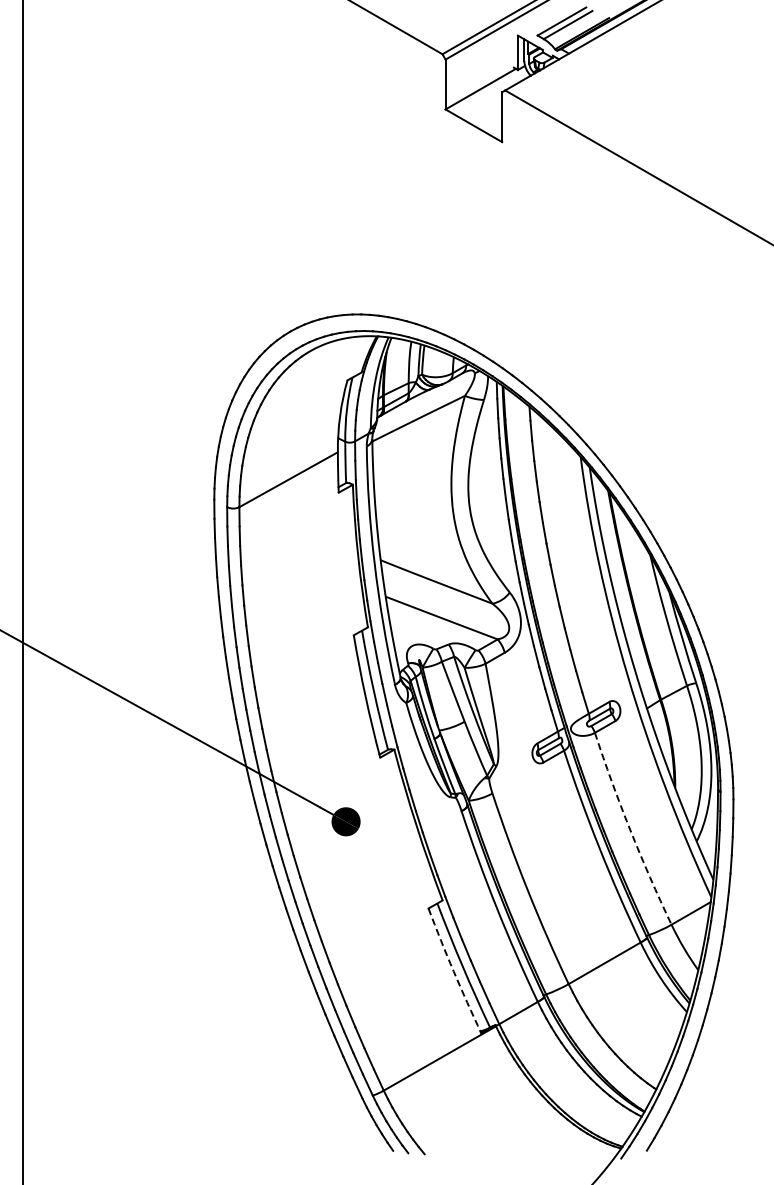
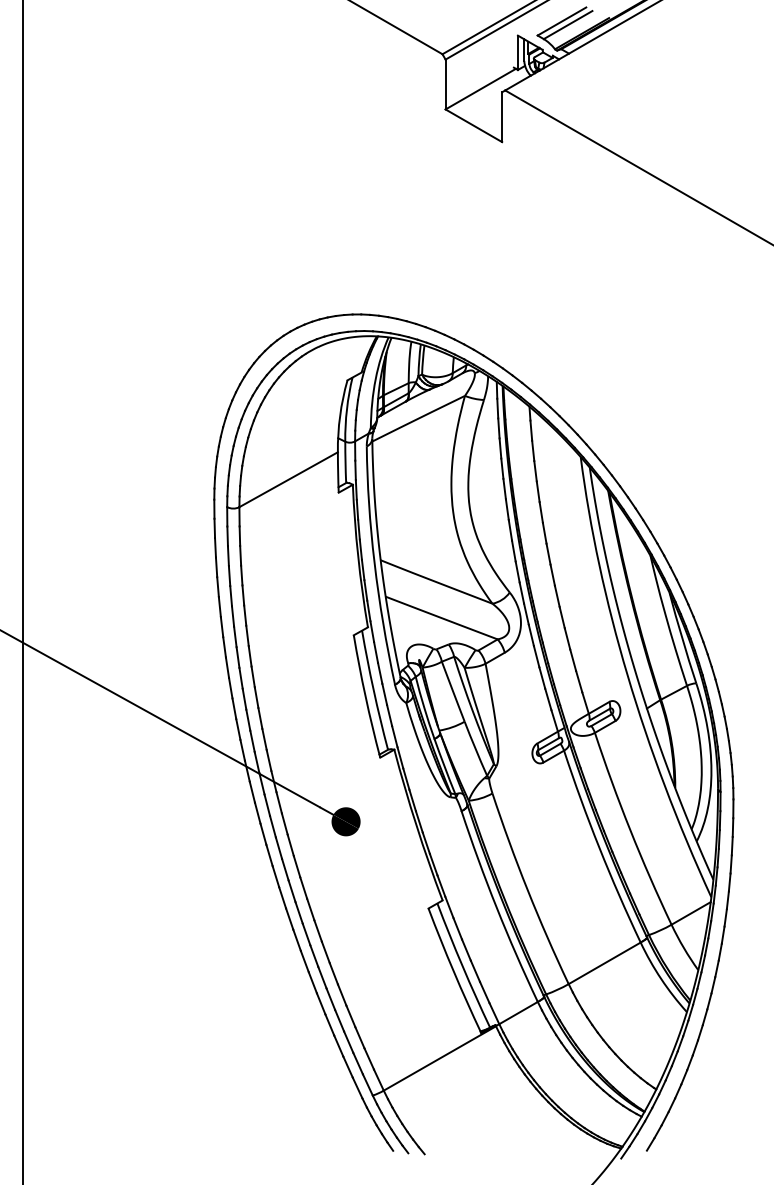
arc at (630, 829): dashed -> solid
arc at (453, 971): dashed -> solid
